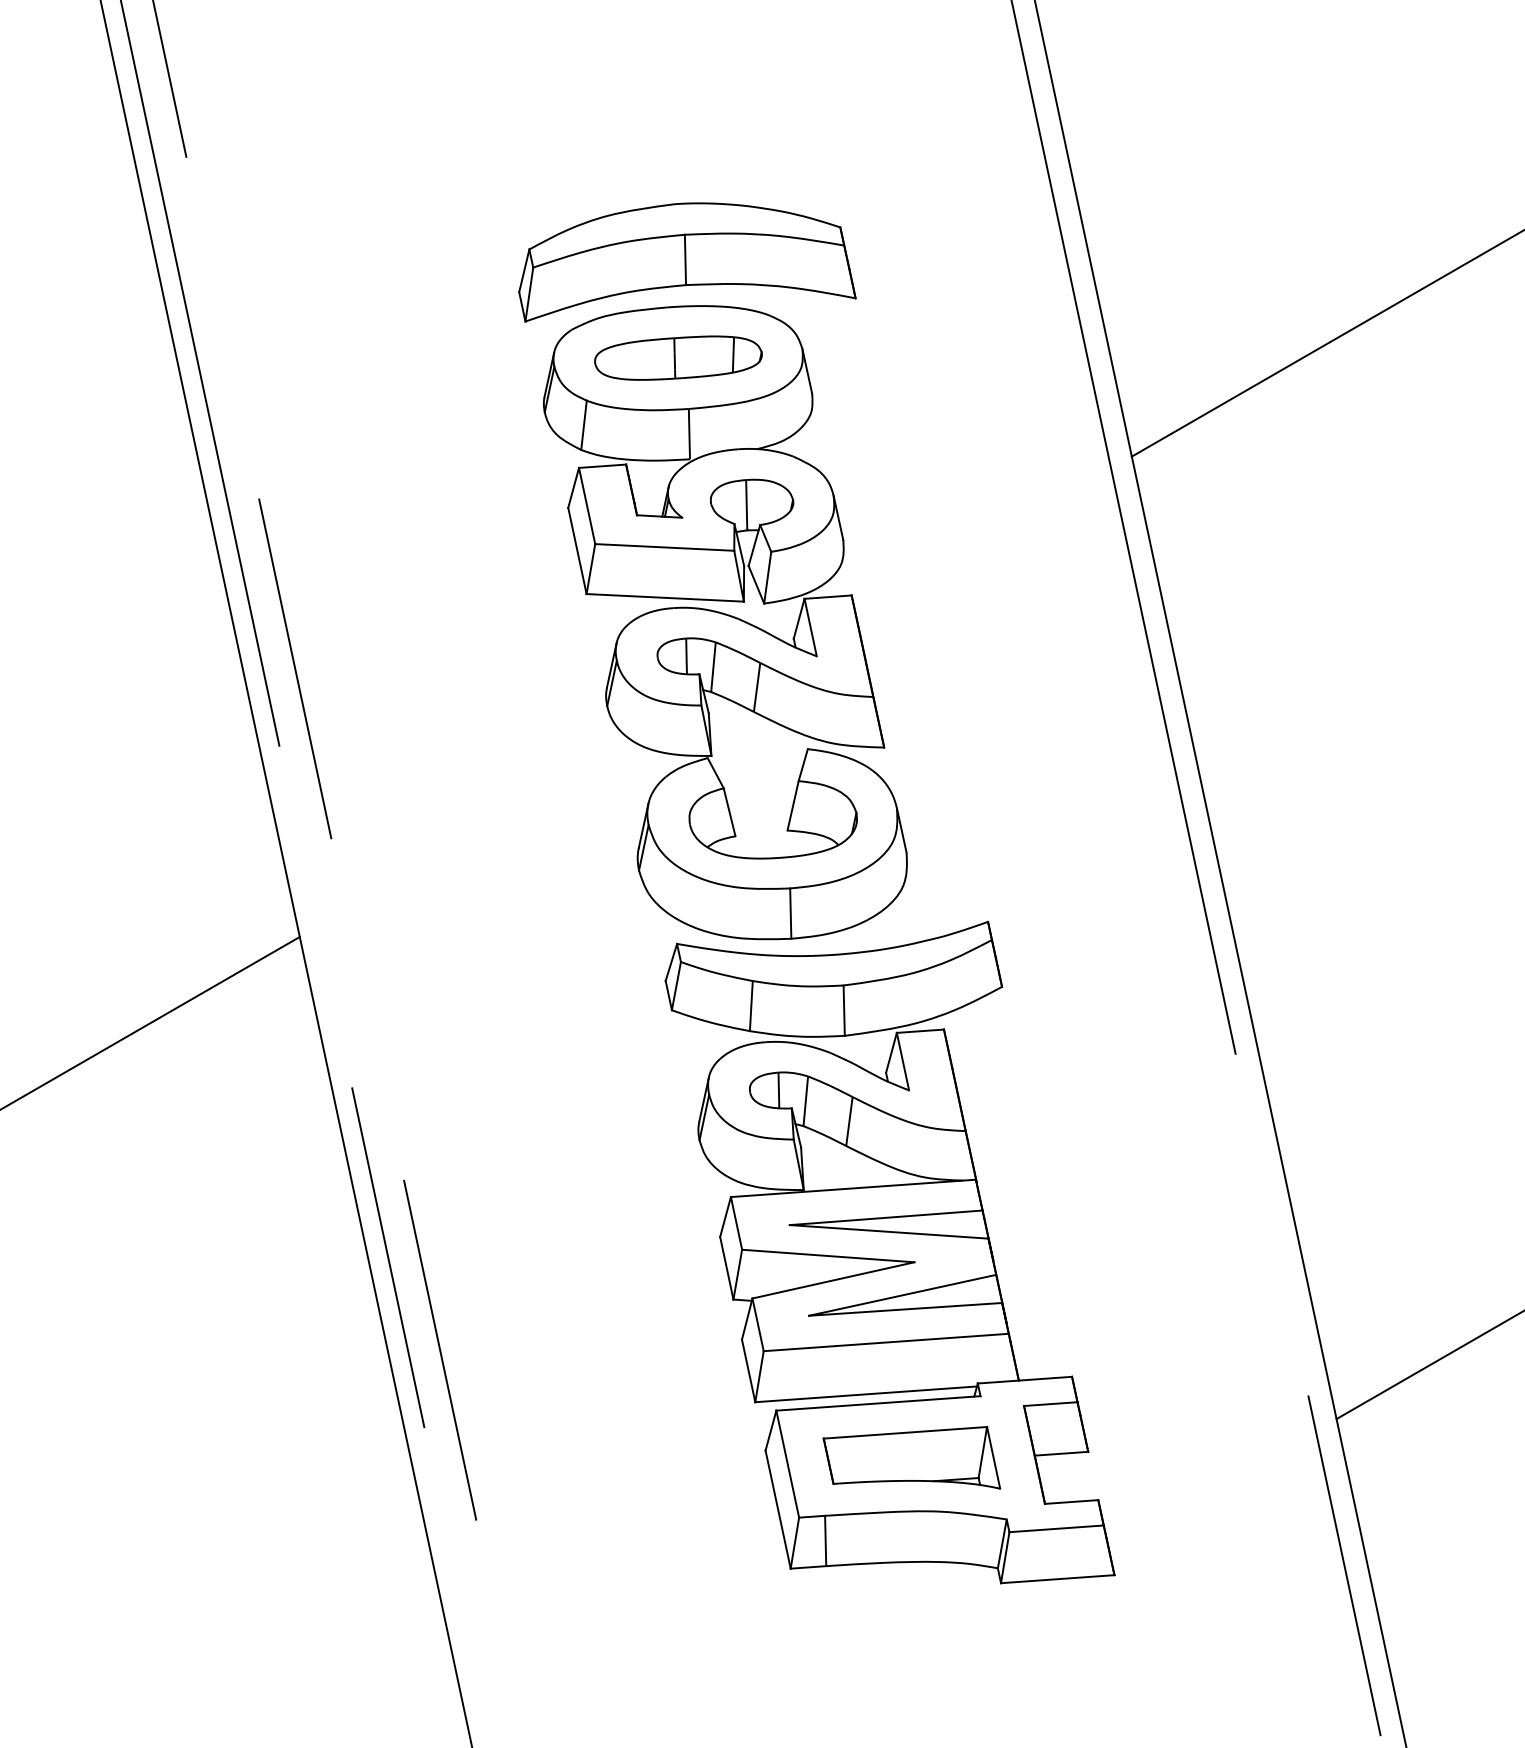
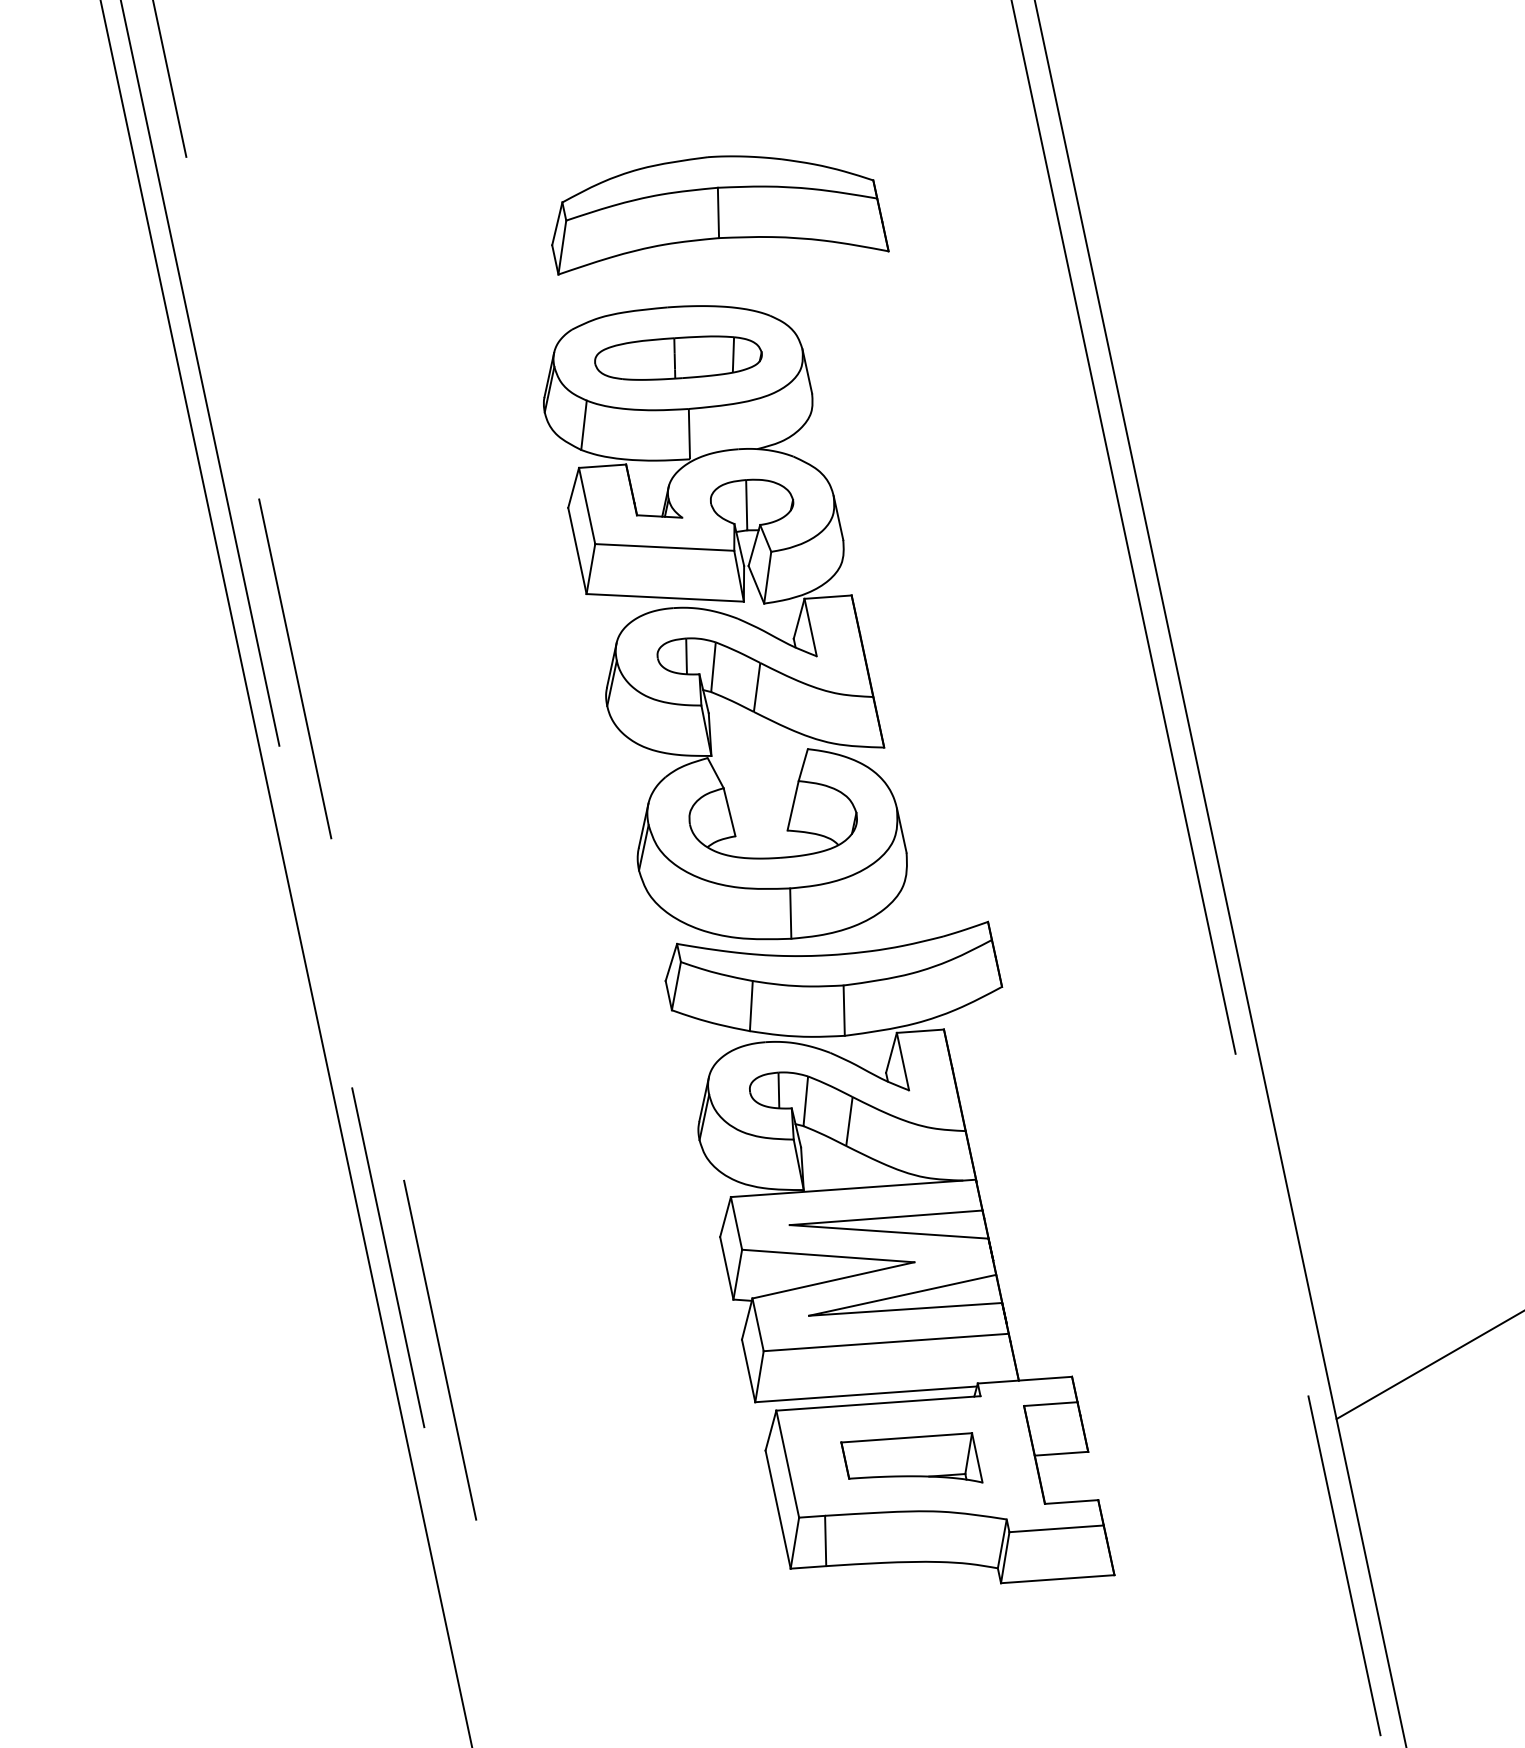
part at (687, 262) position: (687, 262) -> (720, 215)
line at (1326, 343): present -> none
line at (150, 1022): present -> none
part at (911, 1457) size: 180x64 px -> 144x52 px
